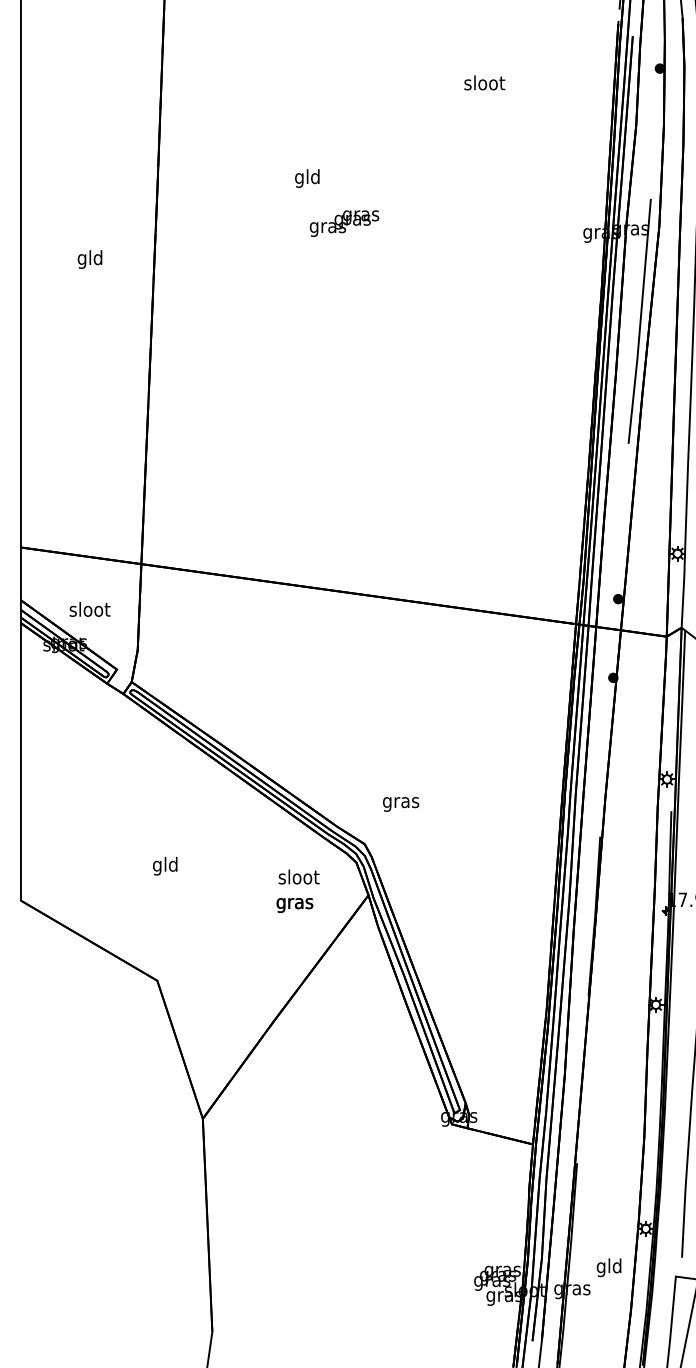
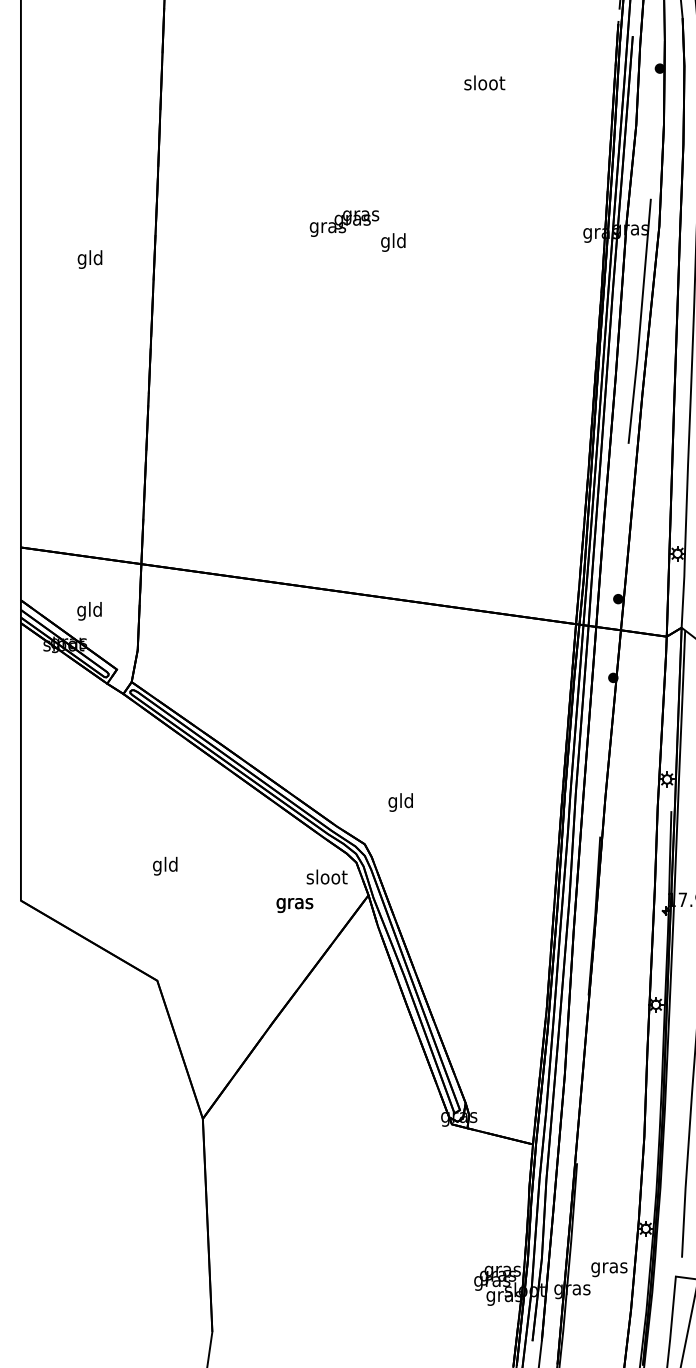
text at (307, 178) position: (307, 178) -> (393, 242)
text at (89, 611): sloot -> gld
text at (401, 802): gras -> gld
text at (298, 876) position: (298, 876) -> (326, 876)
text at (609, 1267): gld -> gras
